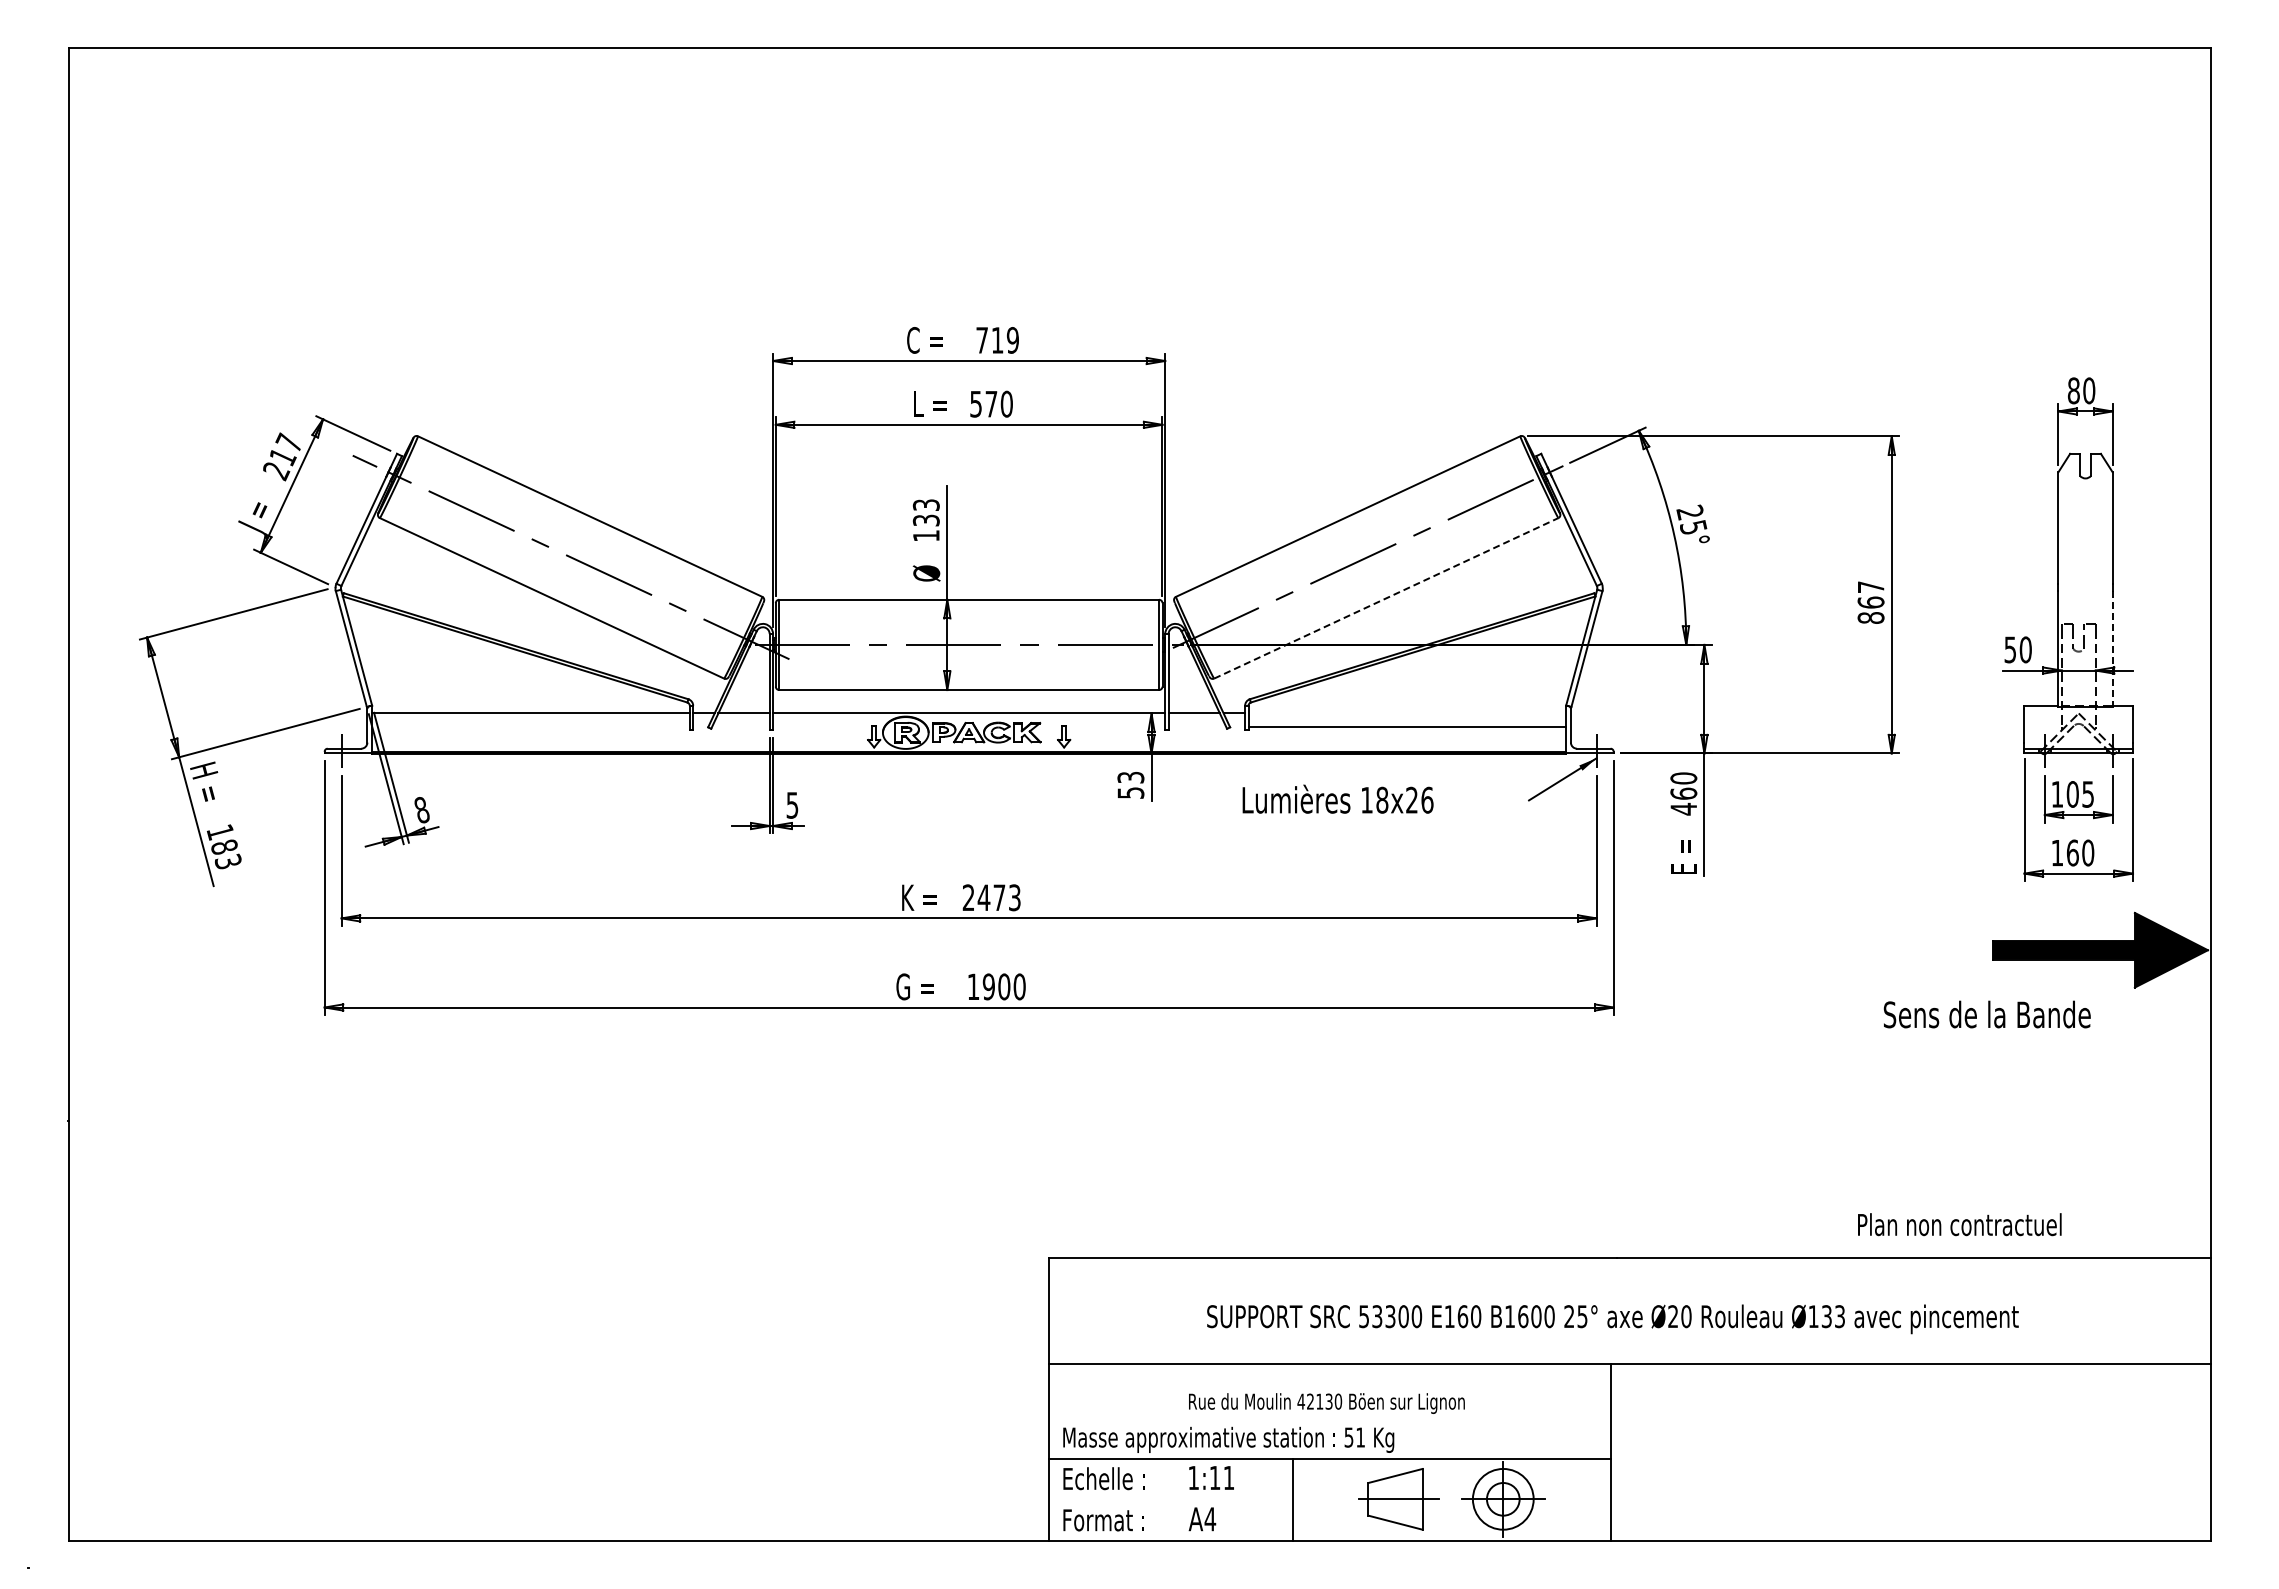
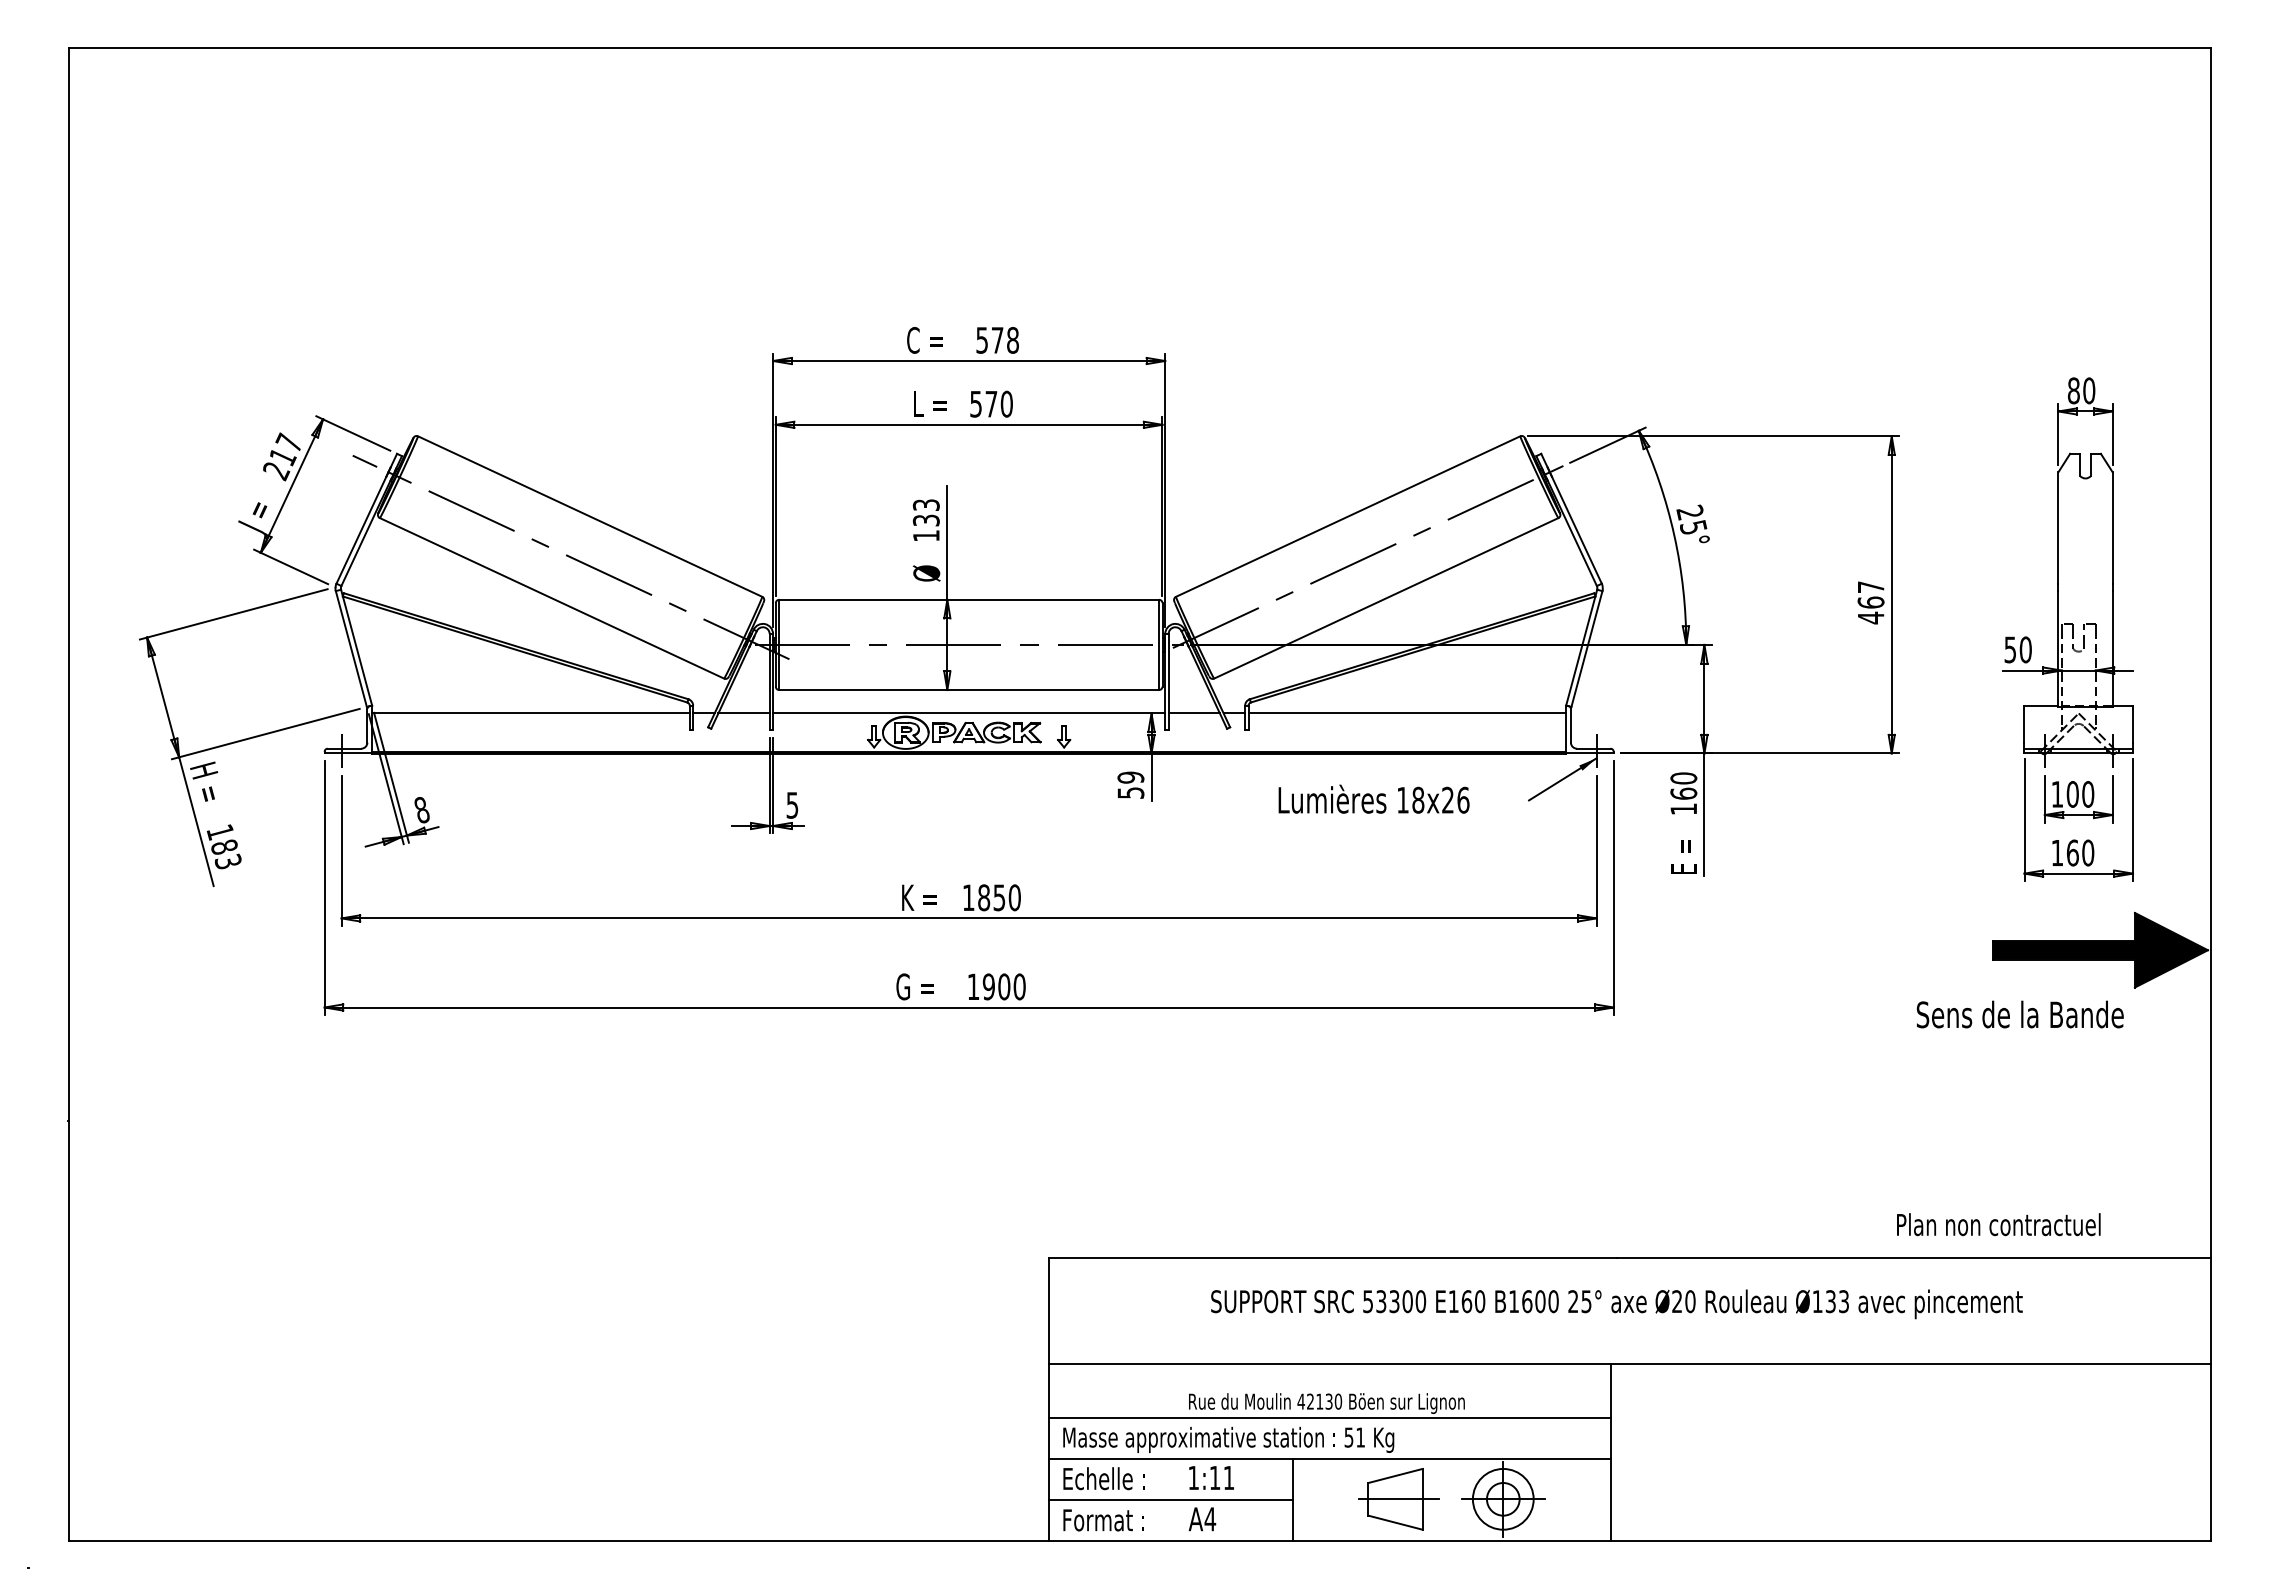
text at (997, 340): 719 -> 578
line at (1386, 598): dashed -> solid
text at (1870, 617): 867 -> 467
line at (2112, 649): dashed -> solid
line at (1407, 727) position: (1407, 727) -> (1407, 713)
text at (1130, 777): 53 -> 59
text at (2088, 794): 105 -> 100
text at (1337, 798) position: (1337, 798) -> (1373, 798)
text at (1683, 808): 460 -> 160
text at (991, 897): 2473 -> 1850
text at (1986, 1014) position: (1986, 1014) -> (2019, 1014)
text at (1959, 1224) position: (1959, 1224) -> (1998, 1224)
text at (1612, 1319) position: (1612, 1319) -> (1616, 1304)
line at (1330, 1418): none -> present
line at (1170, 1500): none -> present
